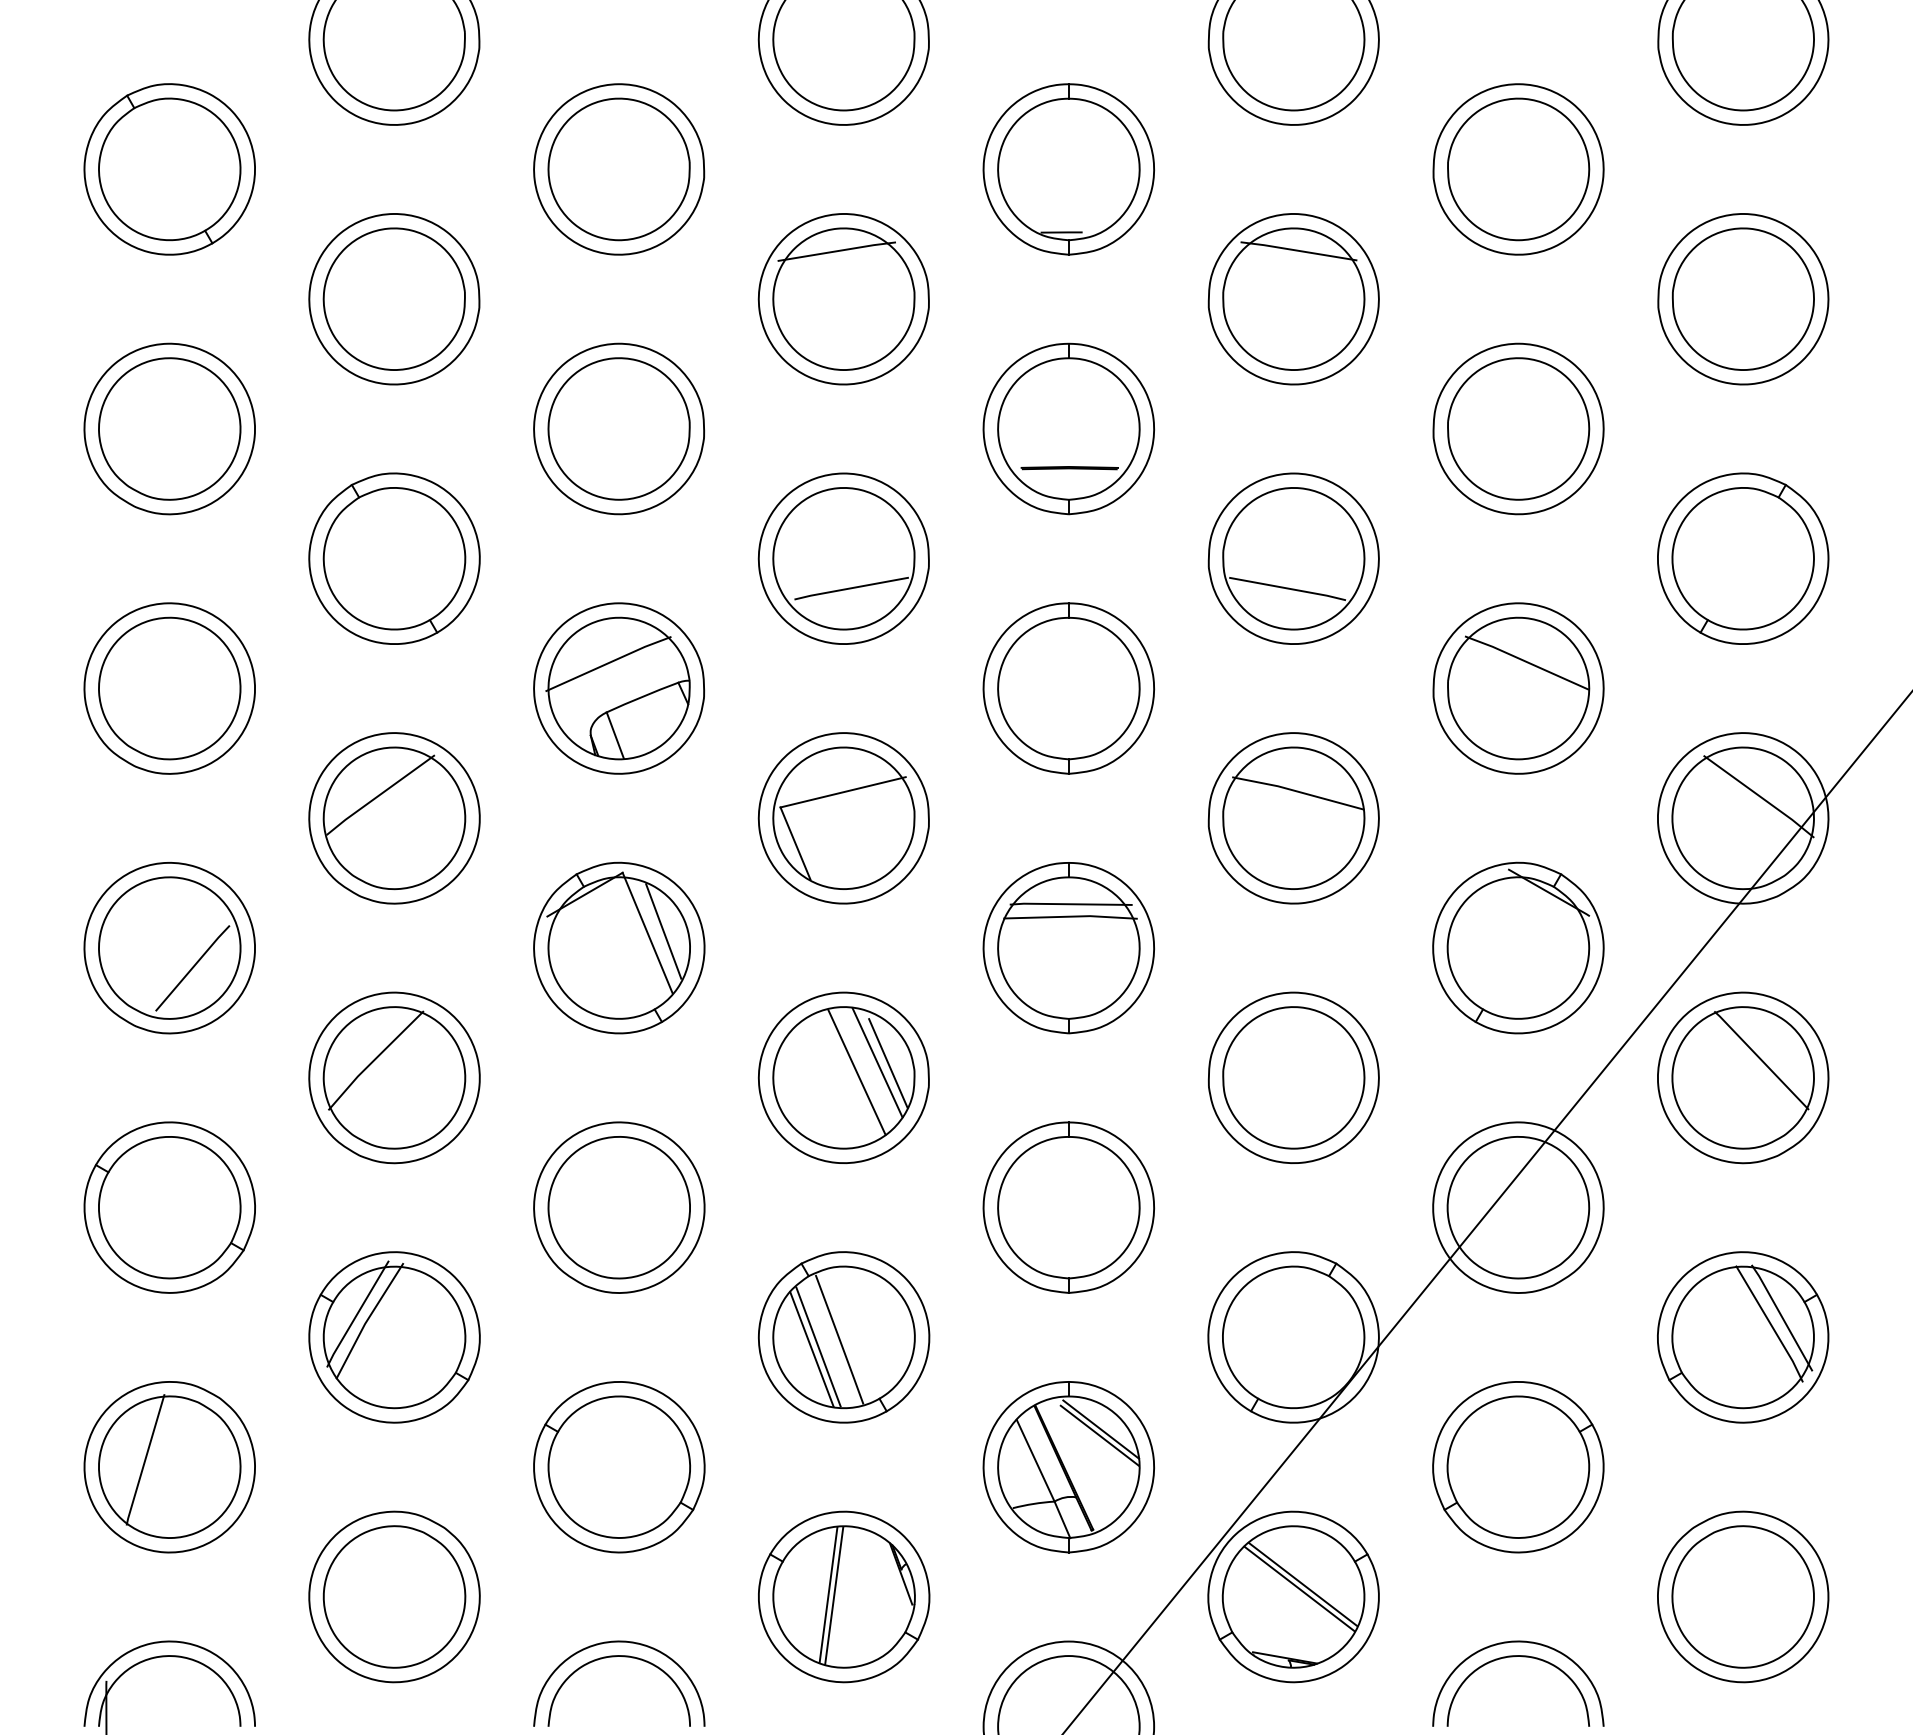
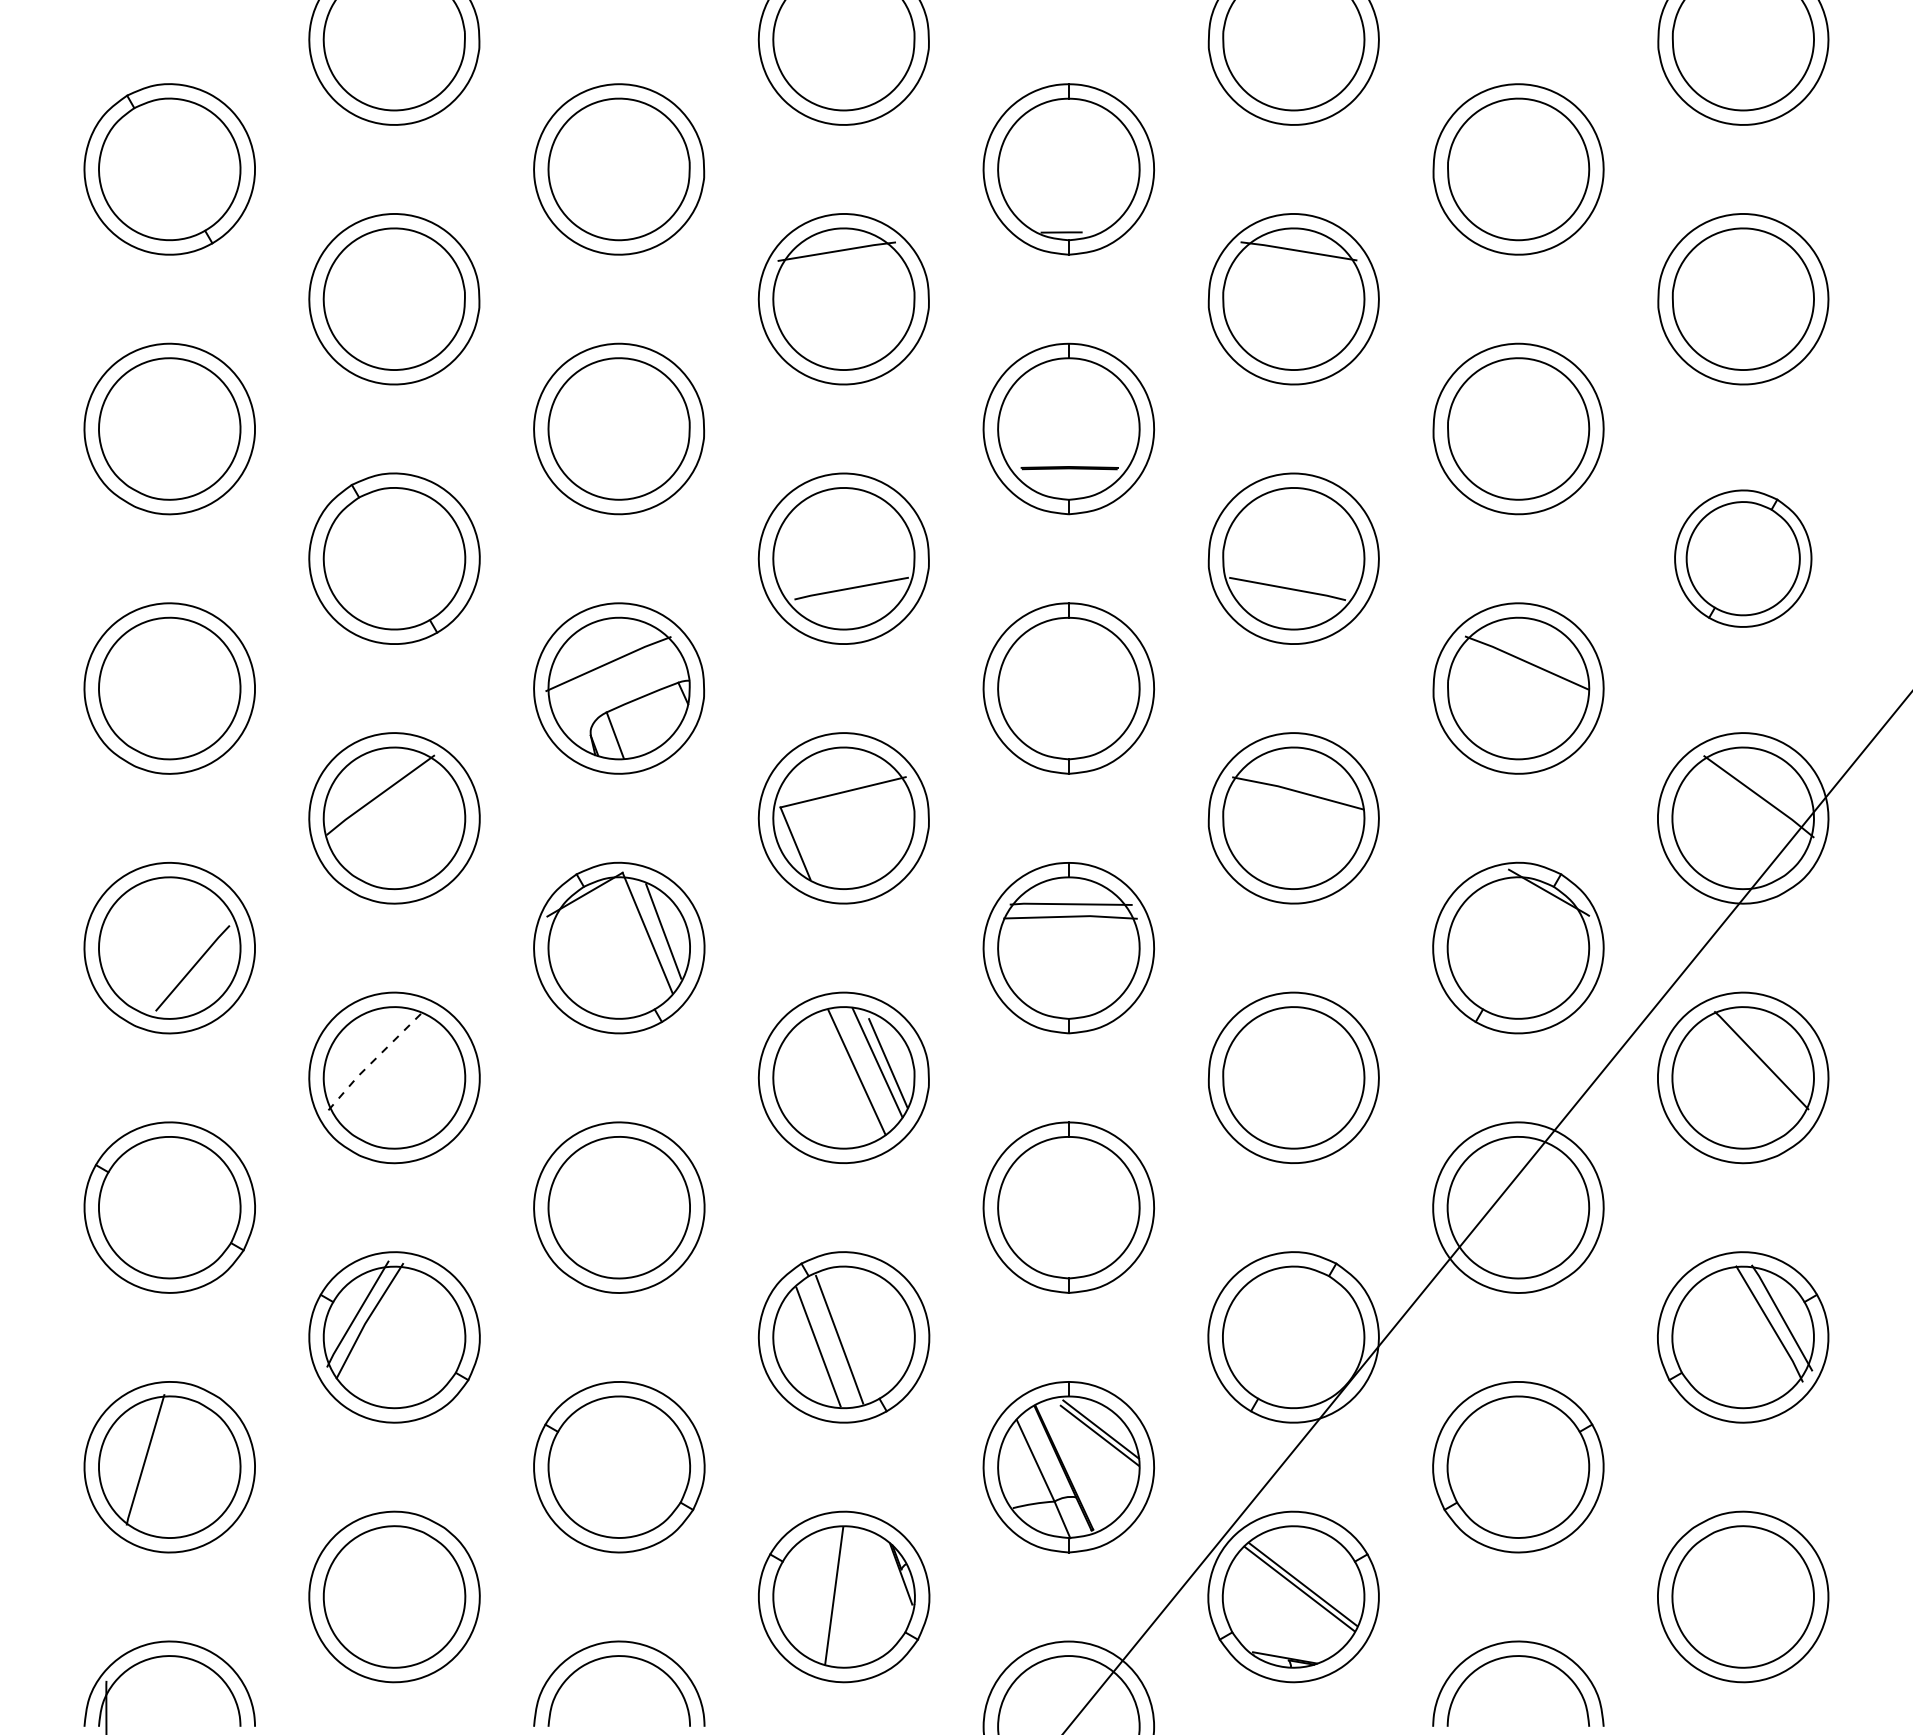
part at (1743, 558) size: 173x173 px -> 139x139 px
line at (374, 1059): solid -> dashed
line at (811, 1348): present -> none
line at (828, 1594): present -> none
